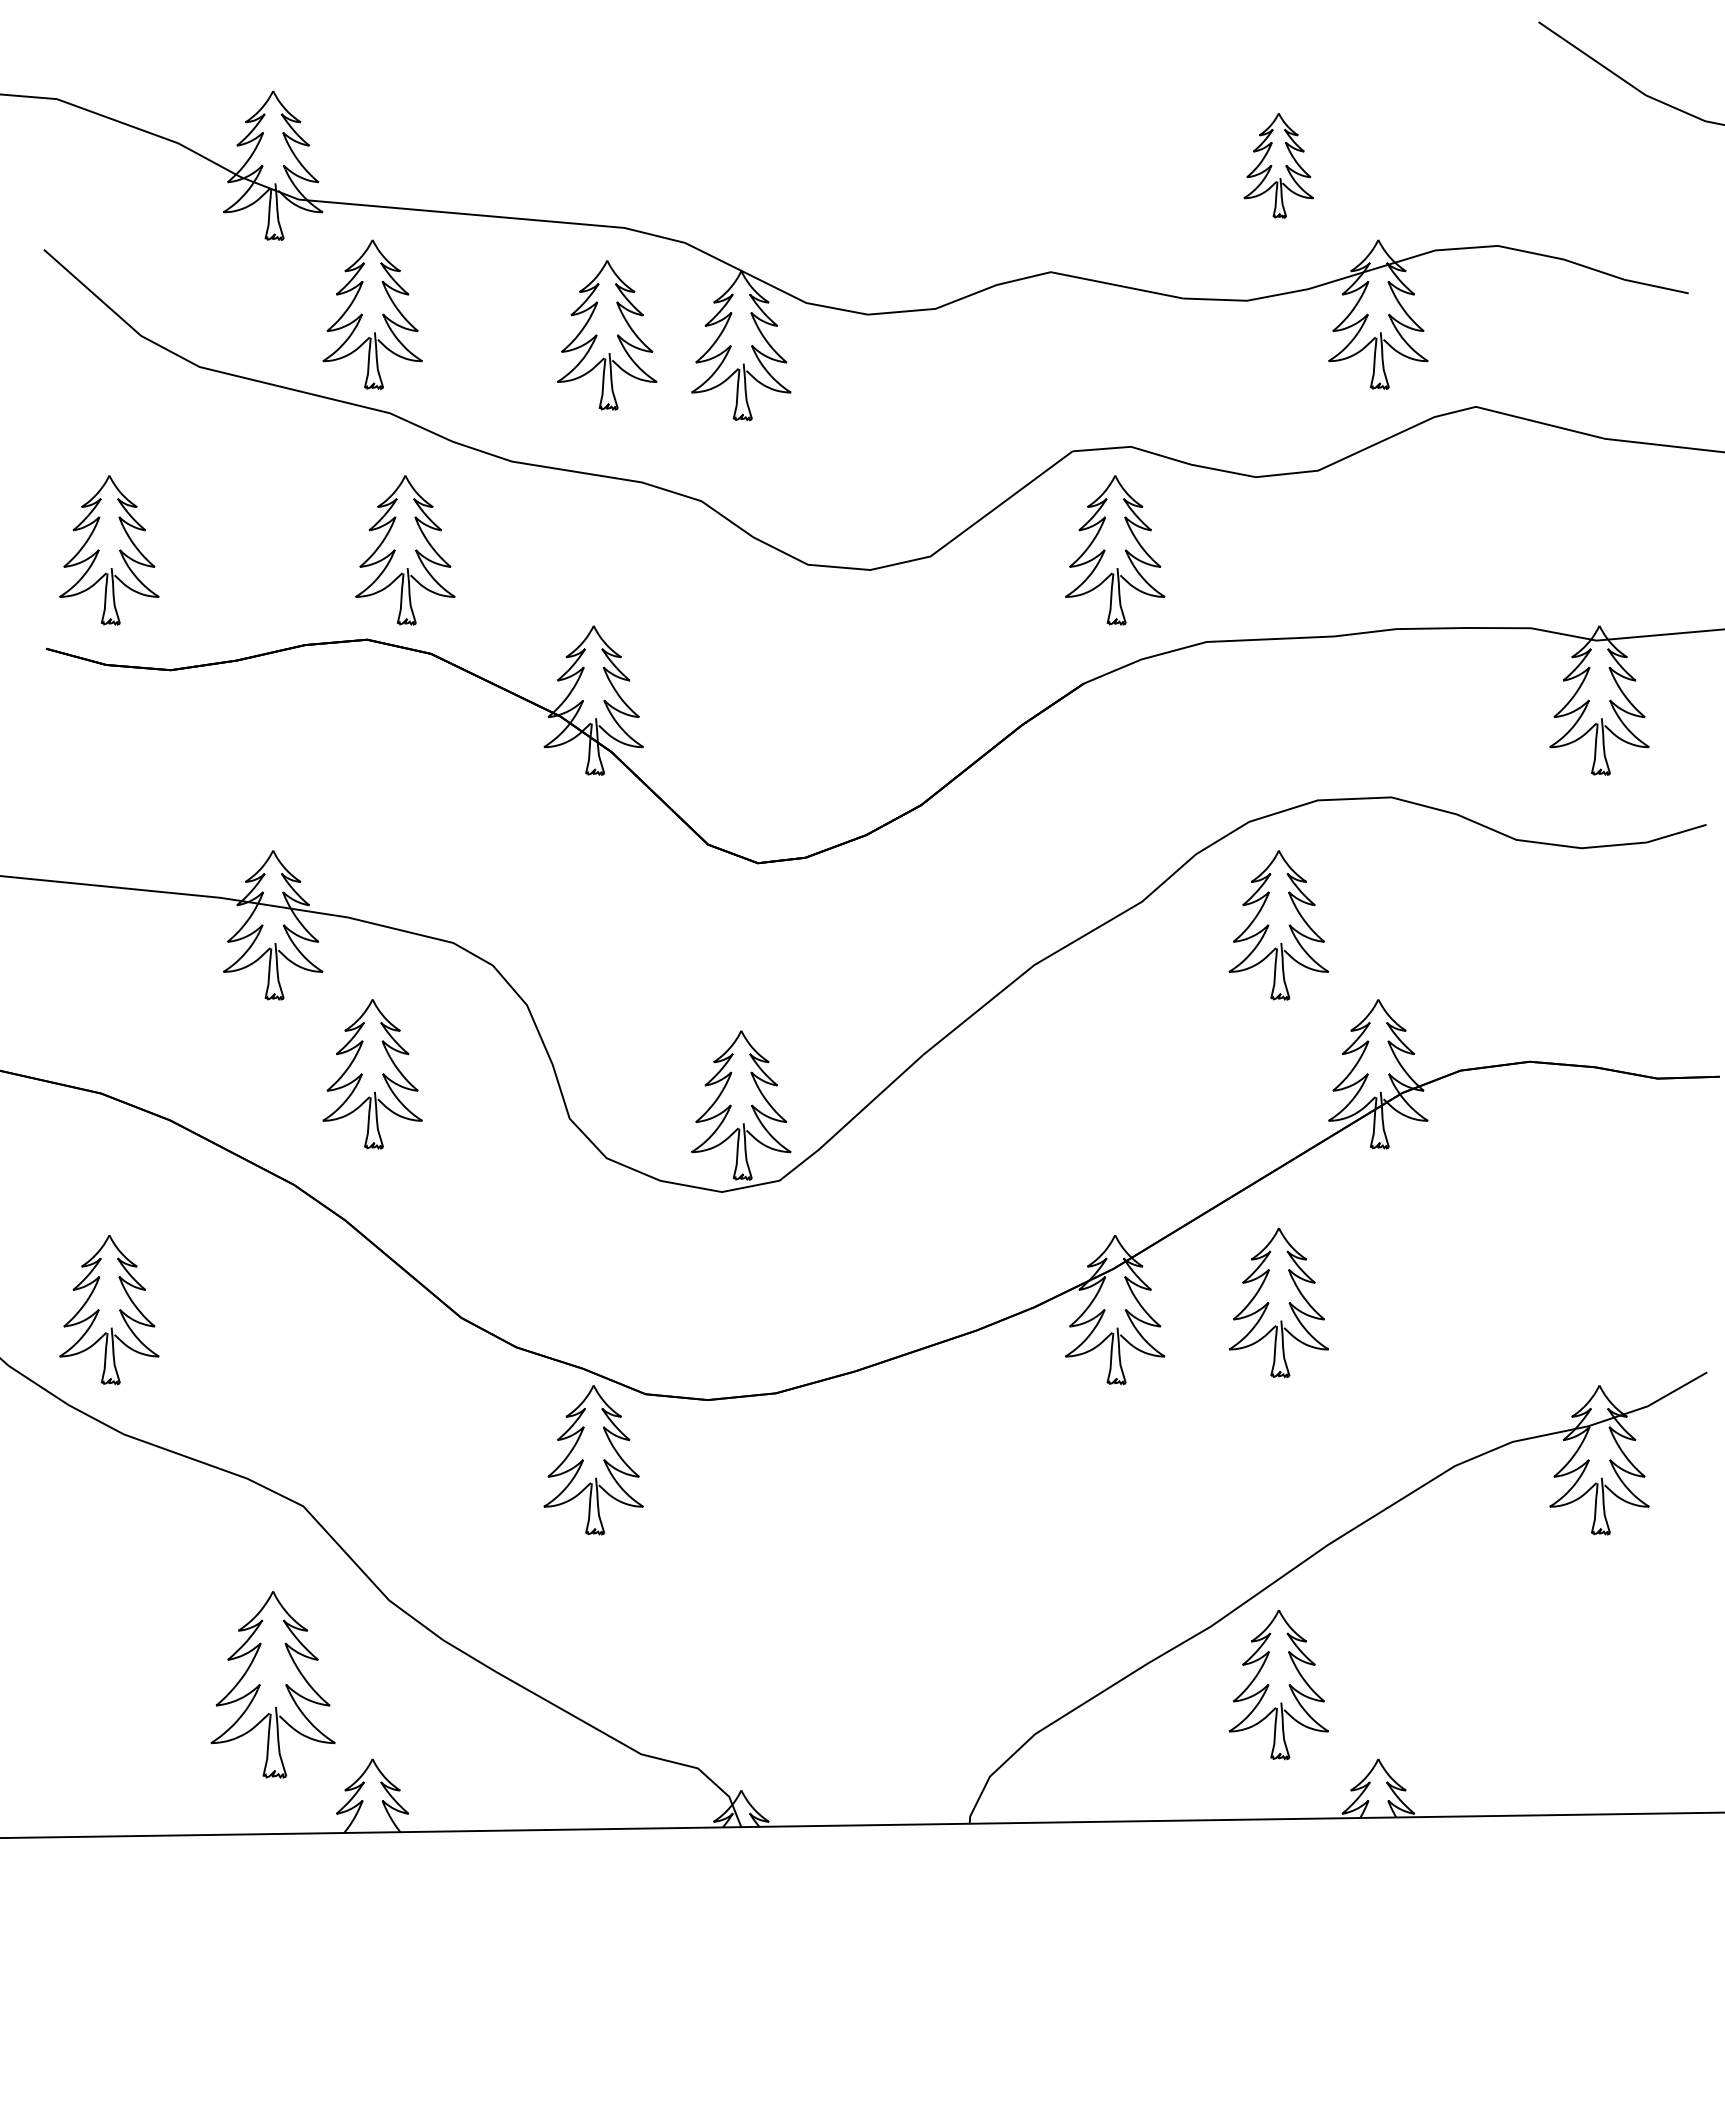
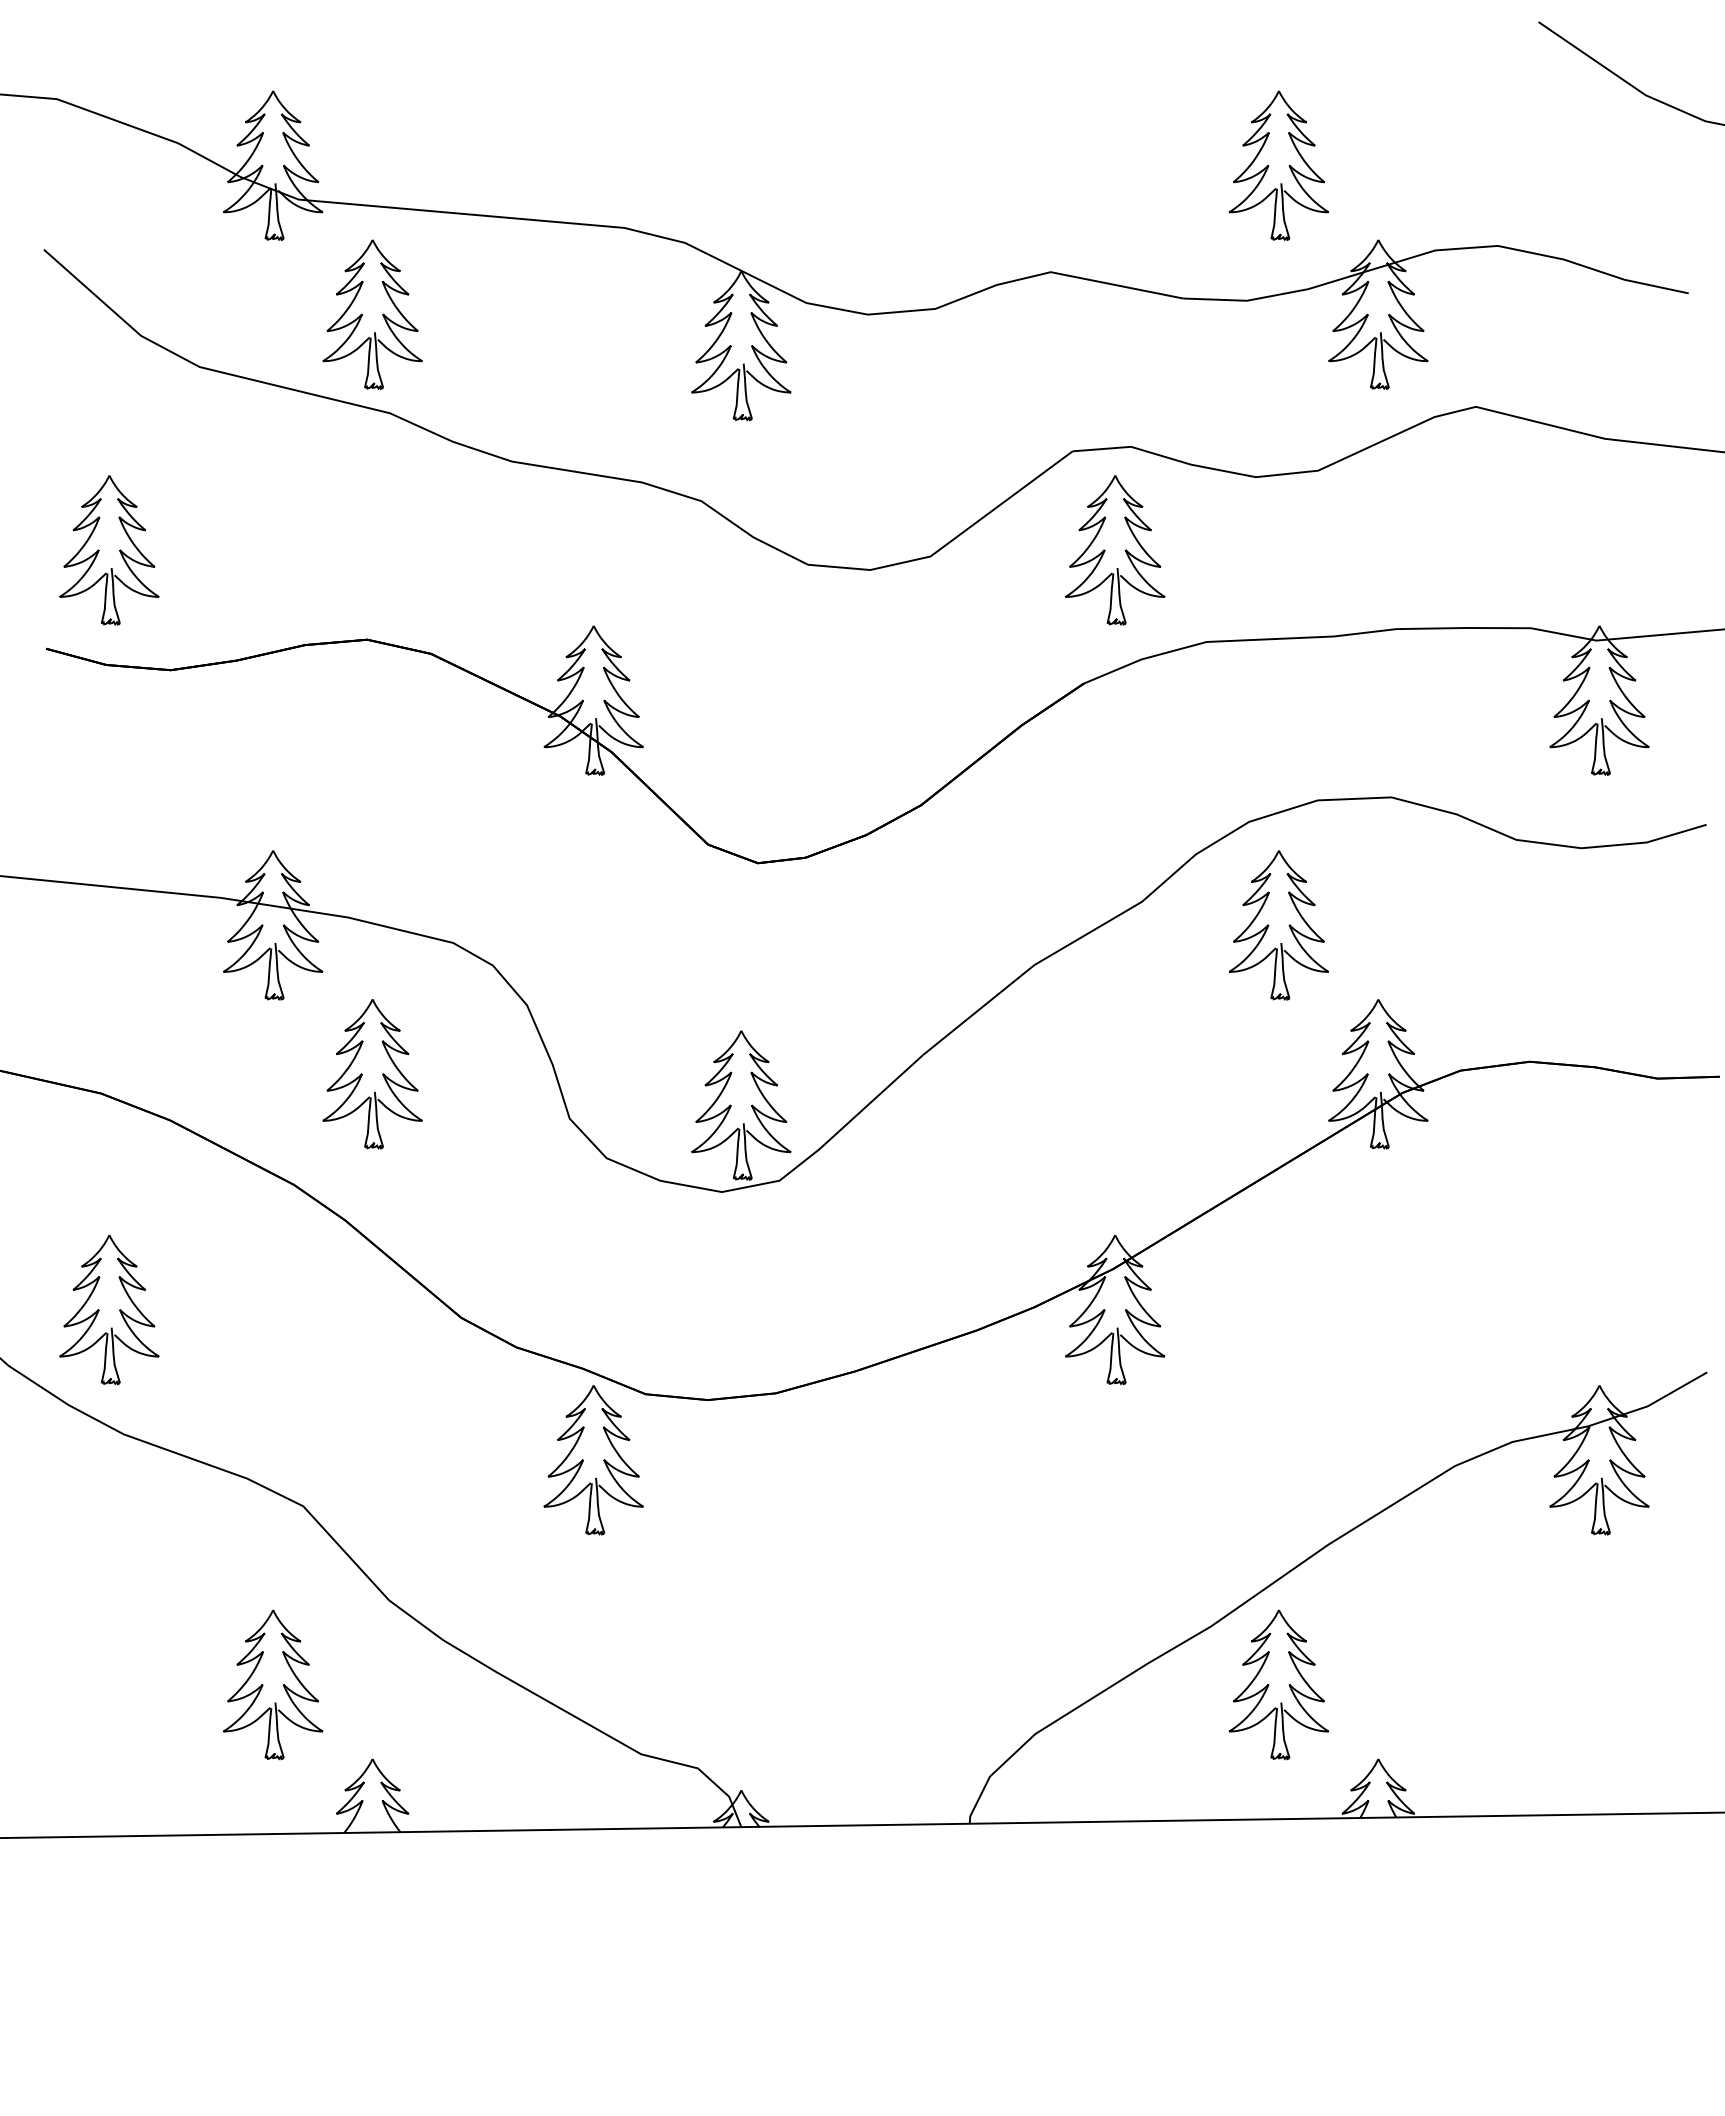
part at (1278, 165) size: 71x106 px -> 101x151 px
part at (607, 335): present -> none
part at (405, 550): present -> none
part at (1278, 1302): present -> none
part at (272, 1684) size: 126x188 px -> 101x152 px
